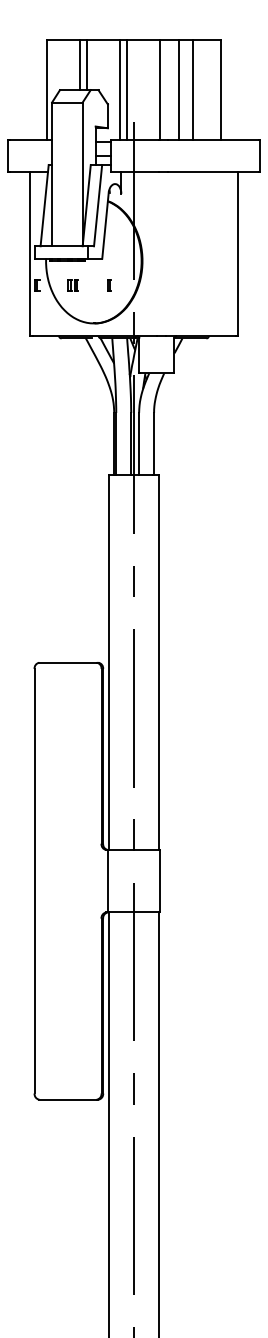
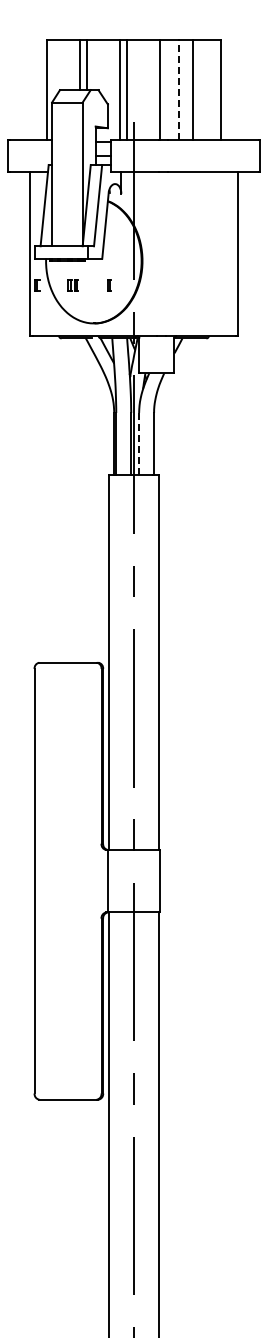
line at (179, 89): solid -> dashed
line at (139, 444): solid -> dashed
